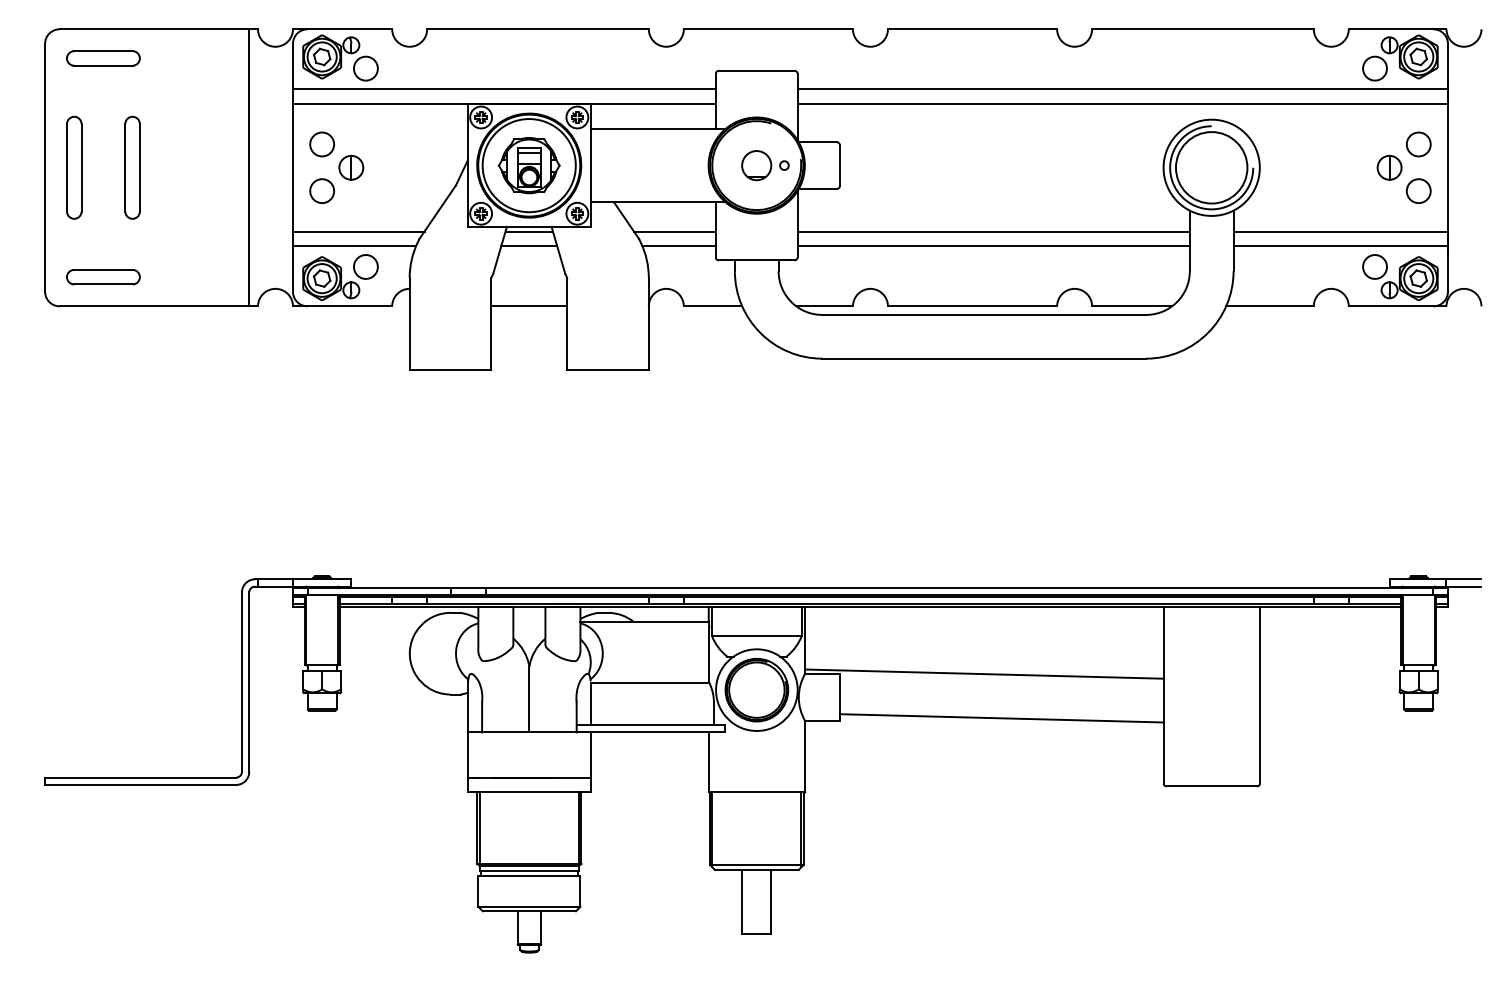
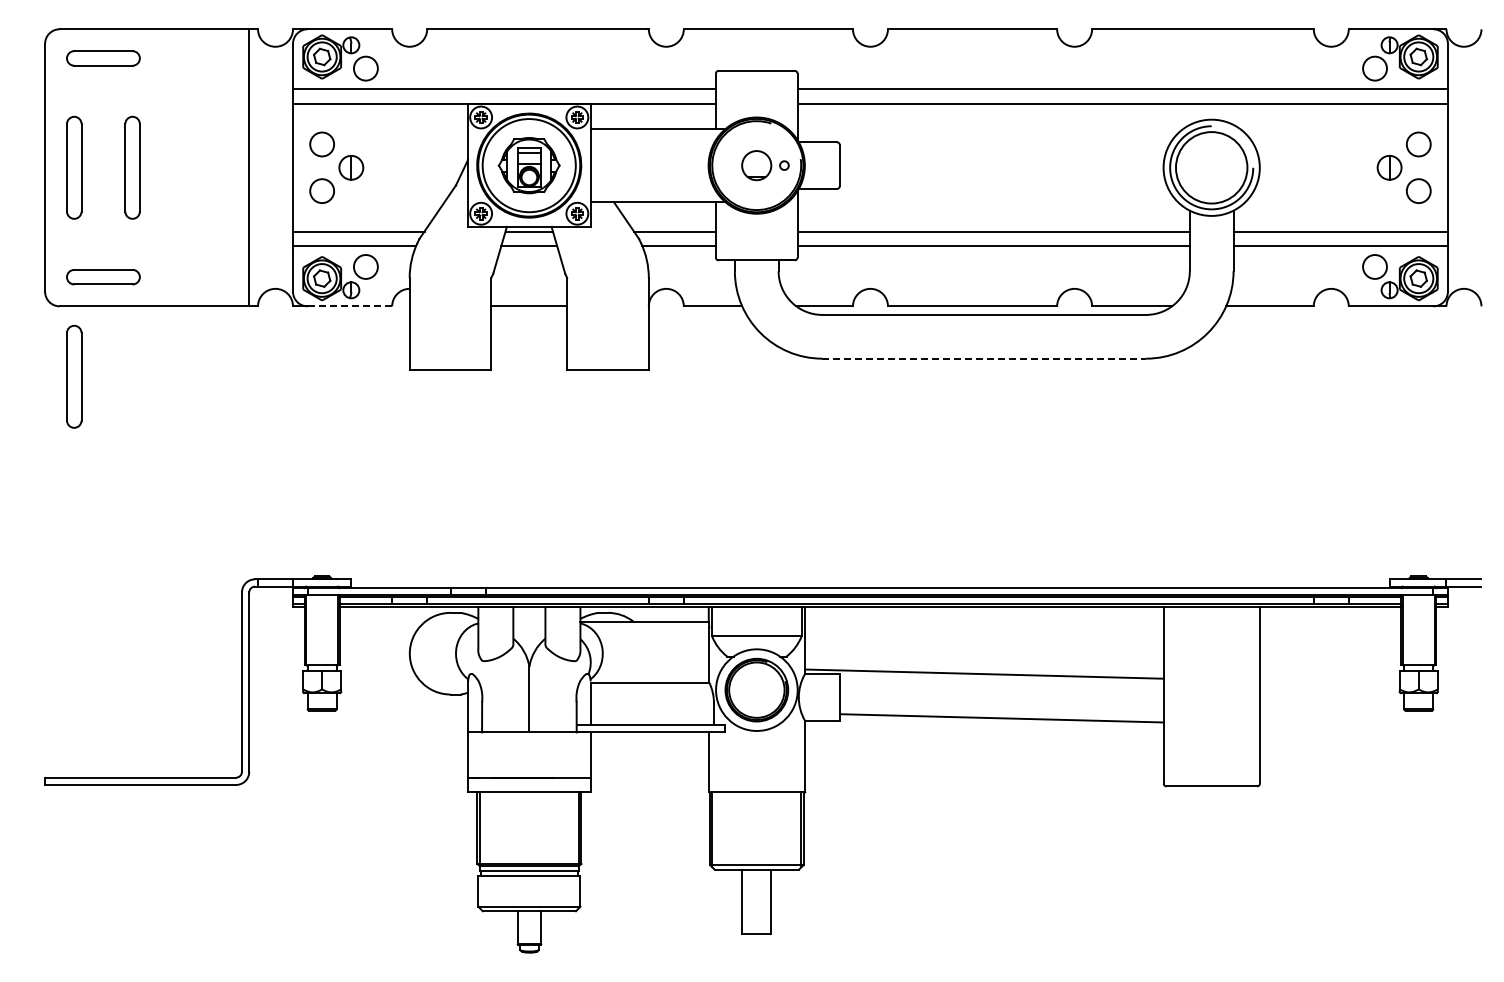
line at (350, 306): solid -> dashed
line at (984, 358): solid -> dashed
part at (74, 376): none -> present
